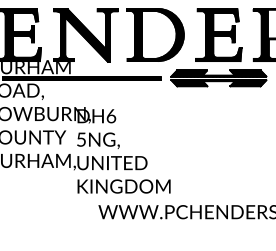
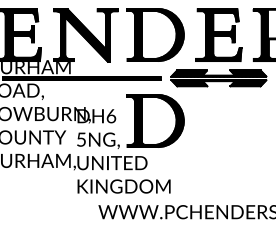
part at (155, 120): none -> present
